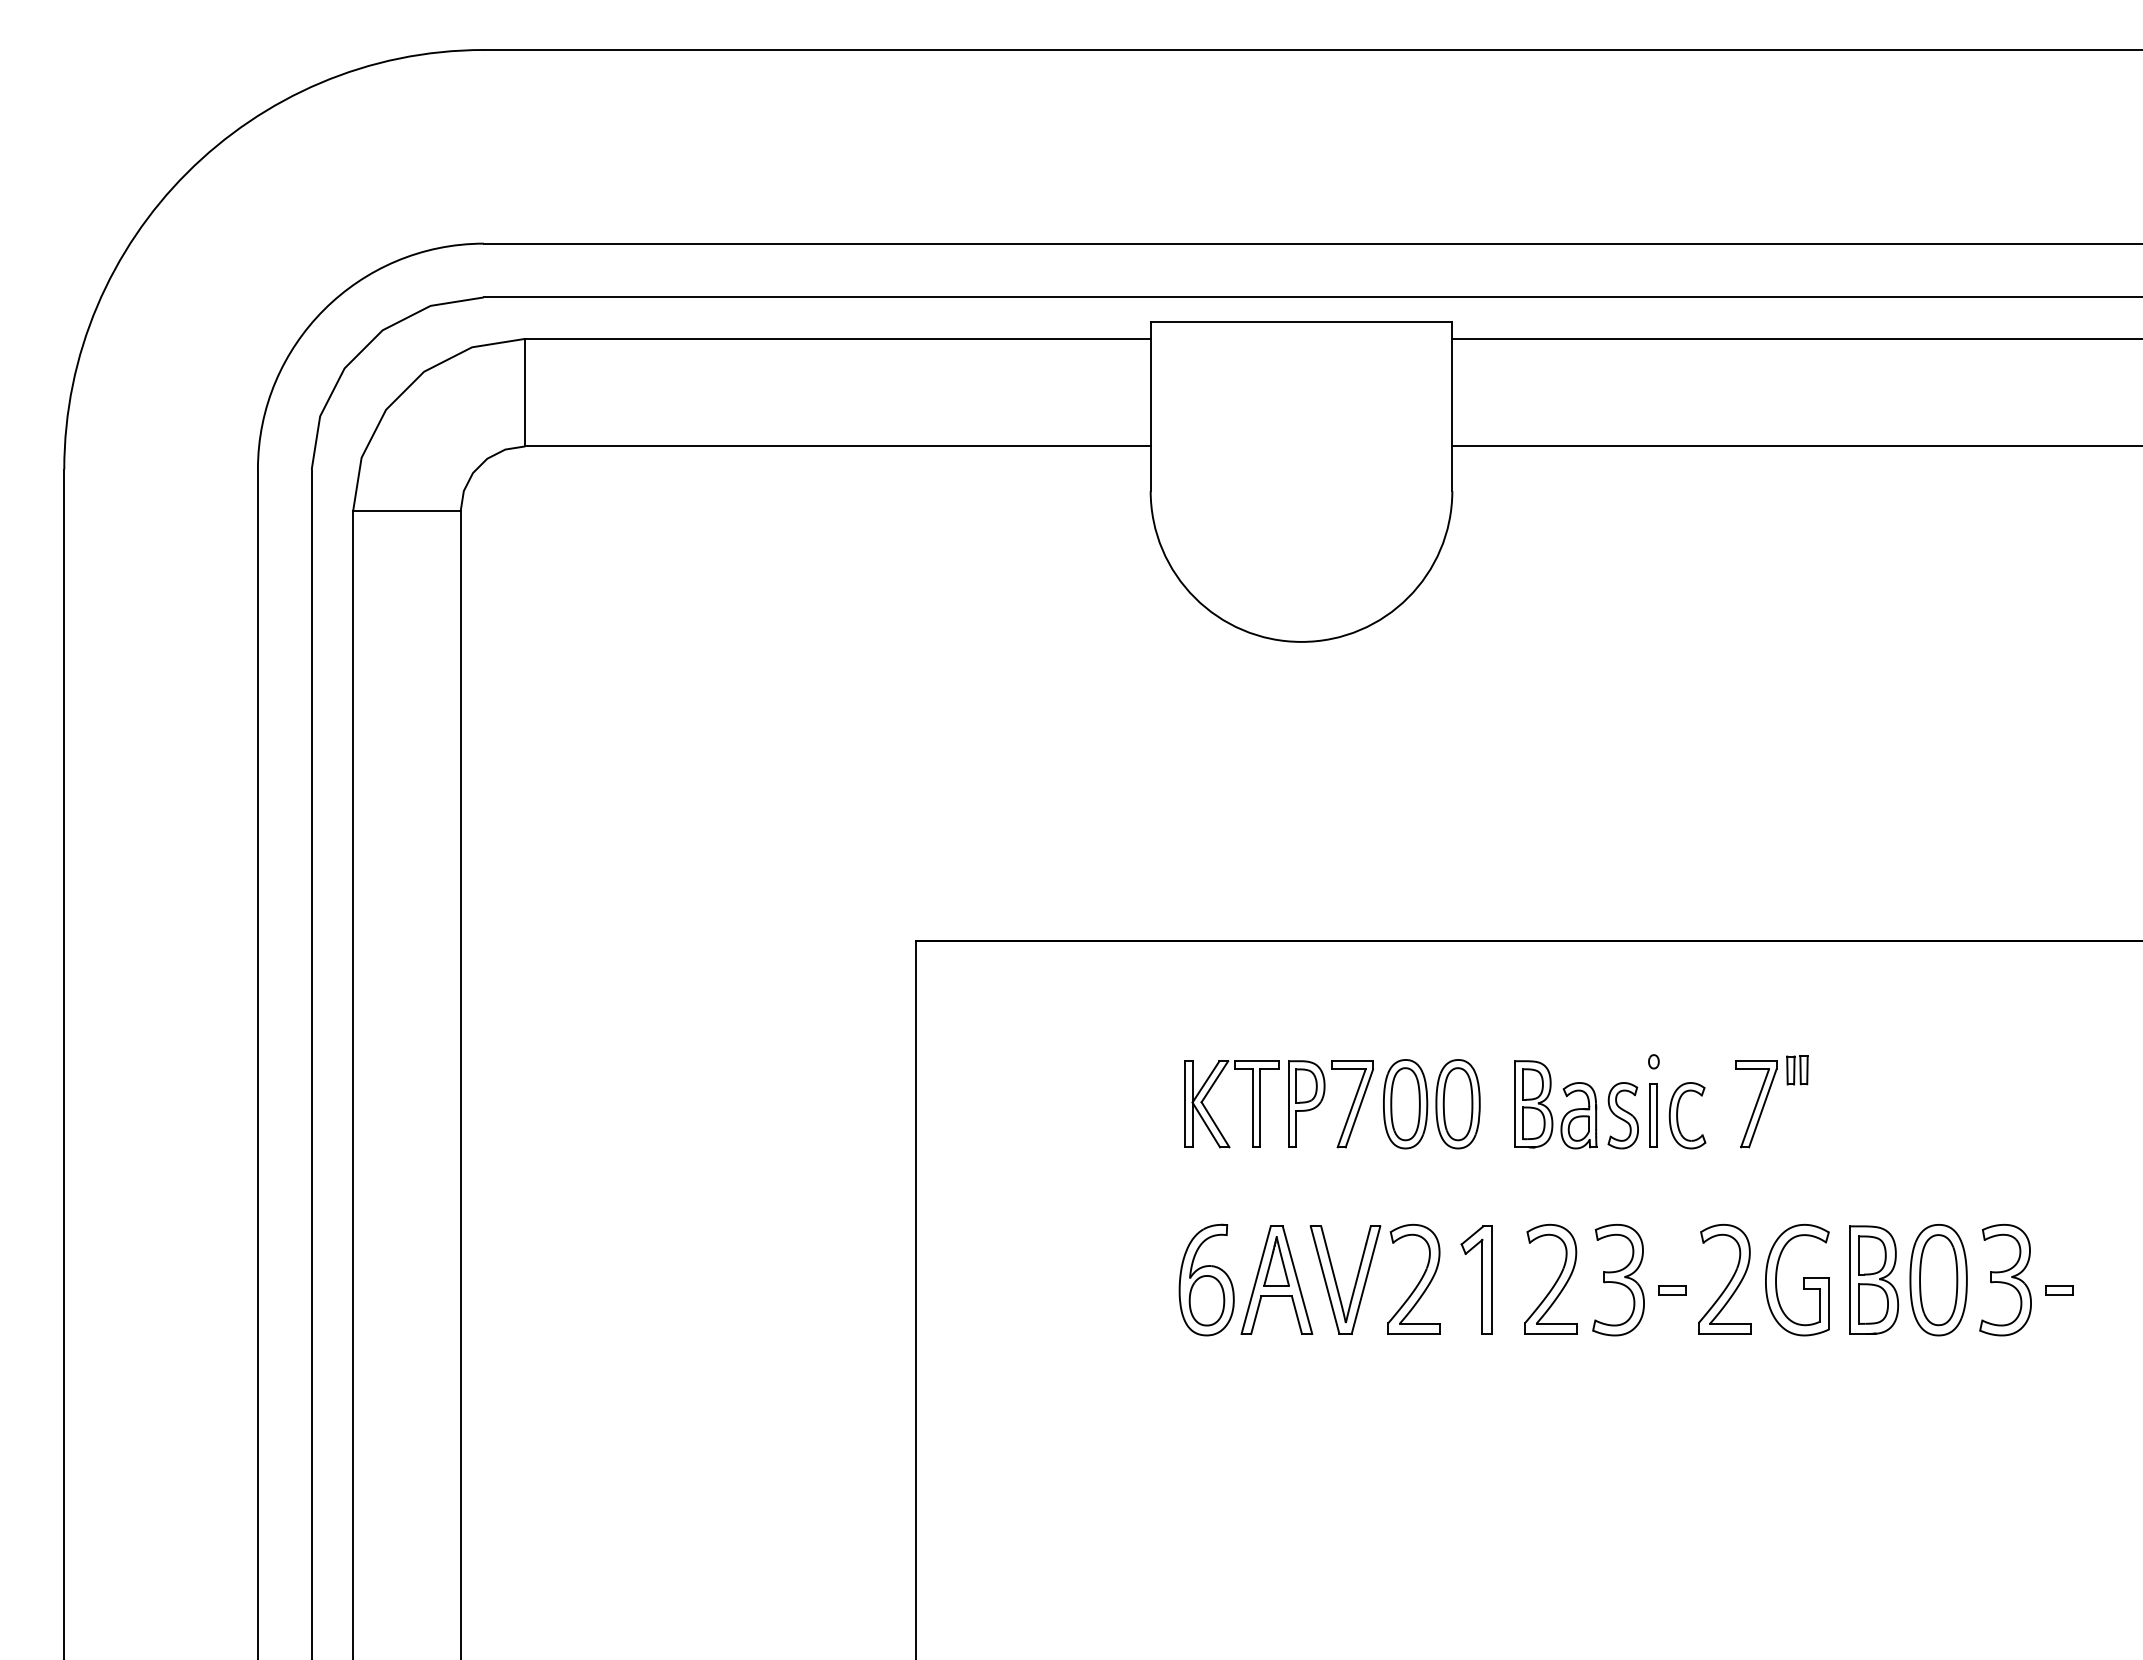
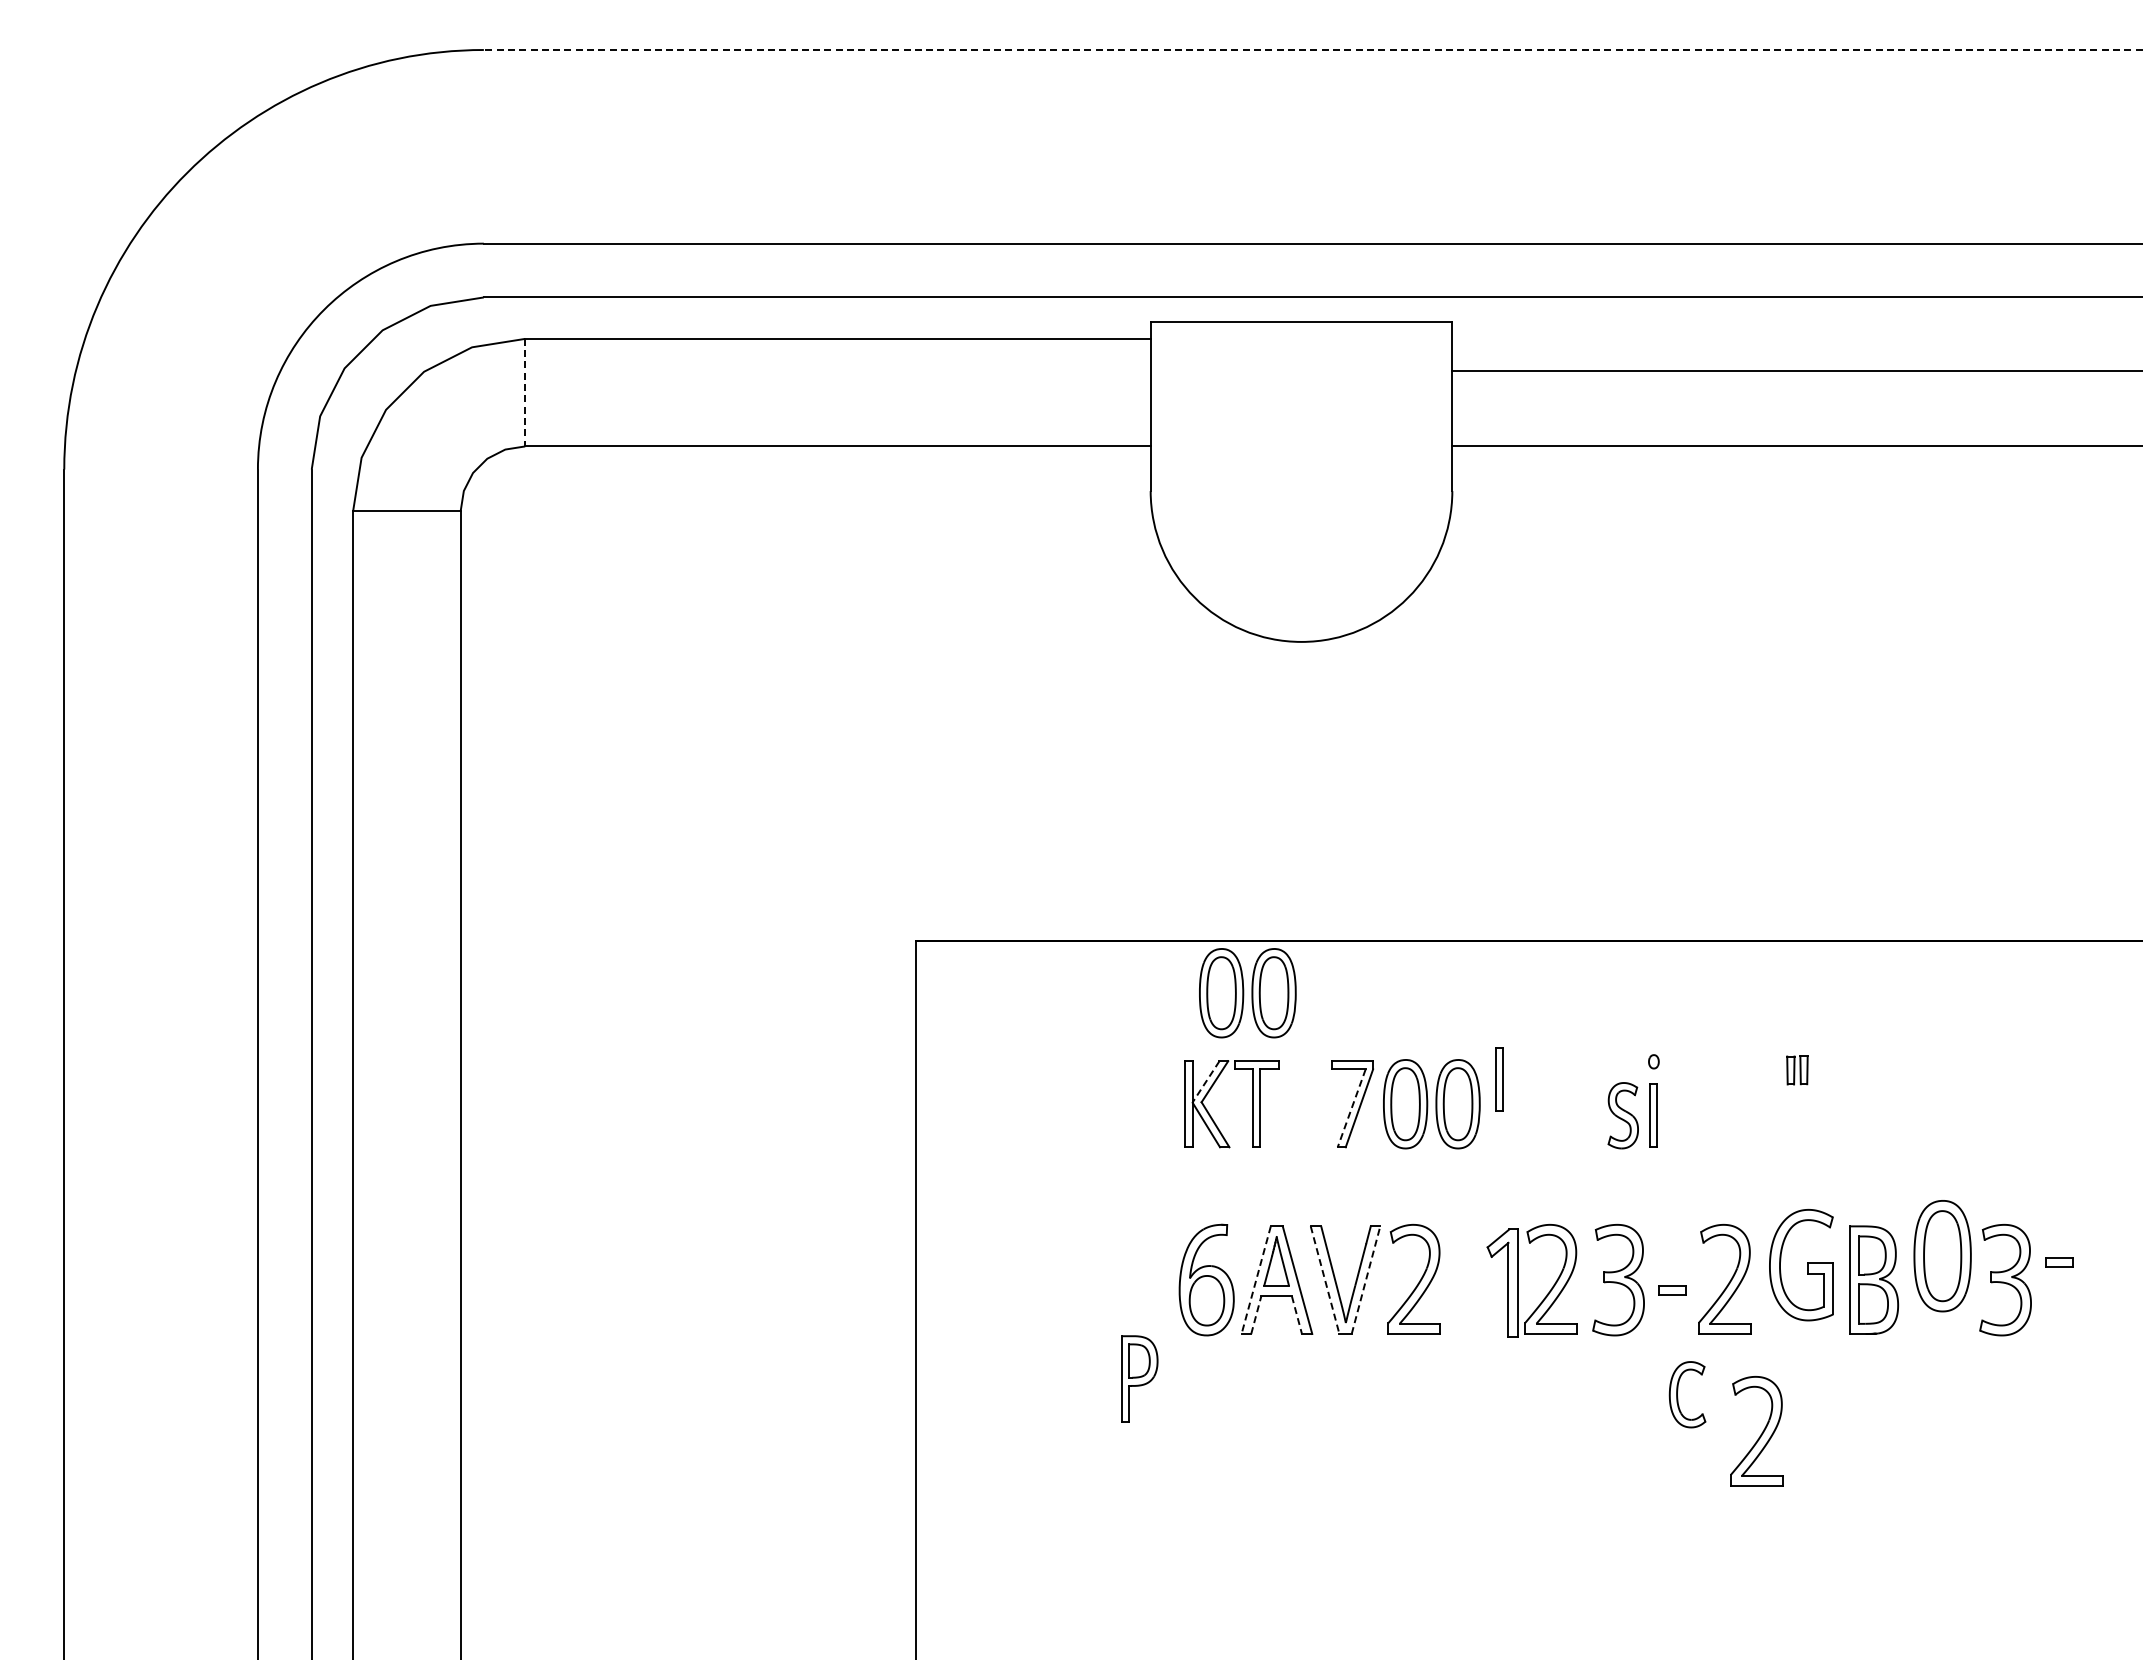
line at (1313, 50): solid -> dashed
line at (1795, 338) position: (1795, 338) -> (1795, 370)
line at (525, 392): solid -> dashed
part at (1247, 993): none -> present
part at (1499, 1079): none -> present
line at (1206, 1081): solid -> dashed
part at (1306, 1103) position: (1306, 1103) -> (1139, 1378)
part at (1756, 1104): present -> none
line at (1351, 1108): solid -> dashed
part at (1549, 1108): present -> none
part at (1678, 1118) position: (1678, 1118) -> (1678, 1397)
part at (1476, 1279) position: (1476, 1279) -> (1502, 1282)
line at (1256, 1280): solid -> dashed
line at (1325, 1280): solid -> dashed
line at (1366, 1280): solid -> dashed
part at (1797, 1280) position: (1797, 1280) -> (1801, 1265)
part at (1938, 1280) position: (1938, 1280) -> (1942, 1256)
part at (2059, 1290) position: (2059, 1290) -> (2059, 1262)
line at (1256, 1314): solid -> dashed
line at (1297, 1315): solid -> dashed
part at (1756, 1431): none -> present
